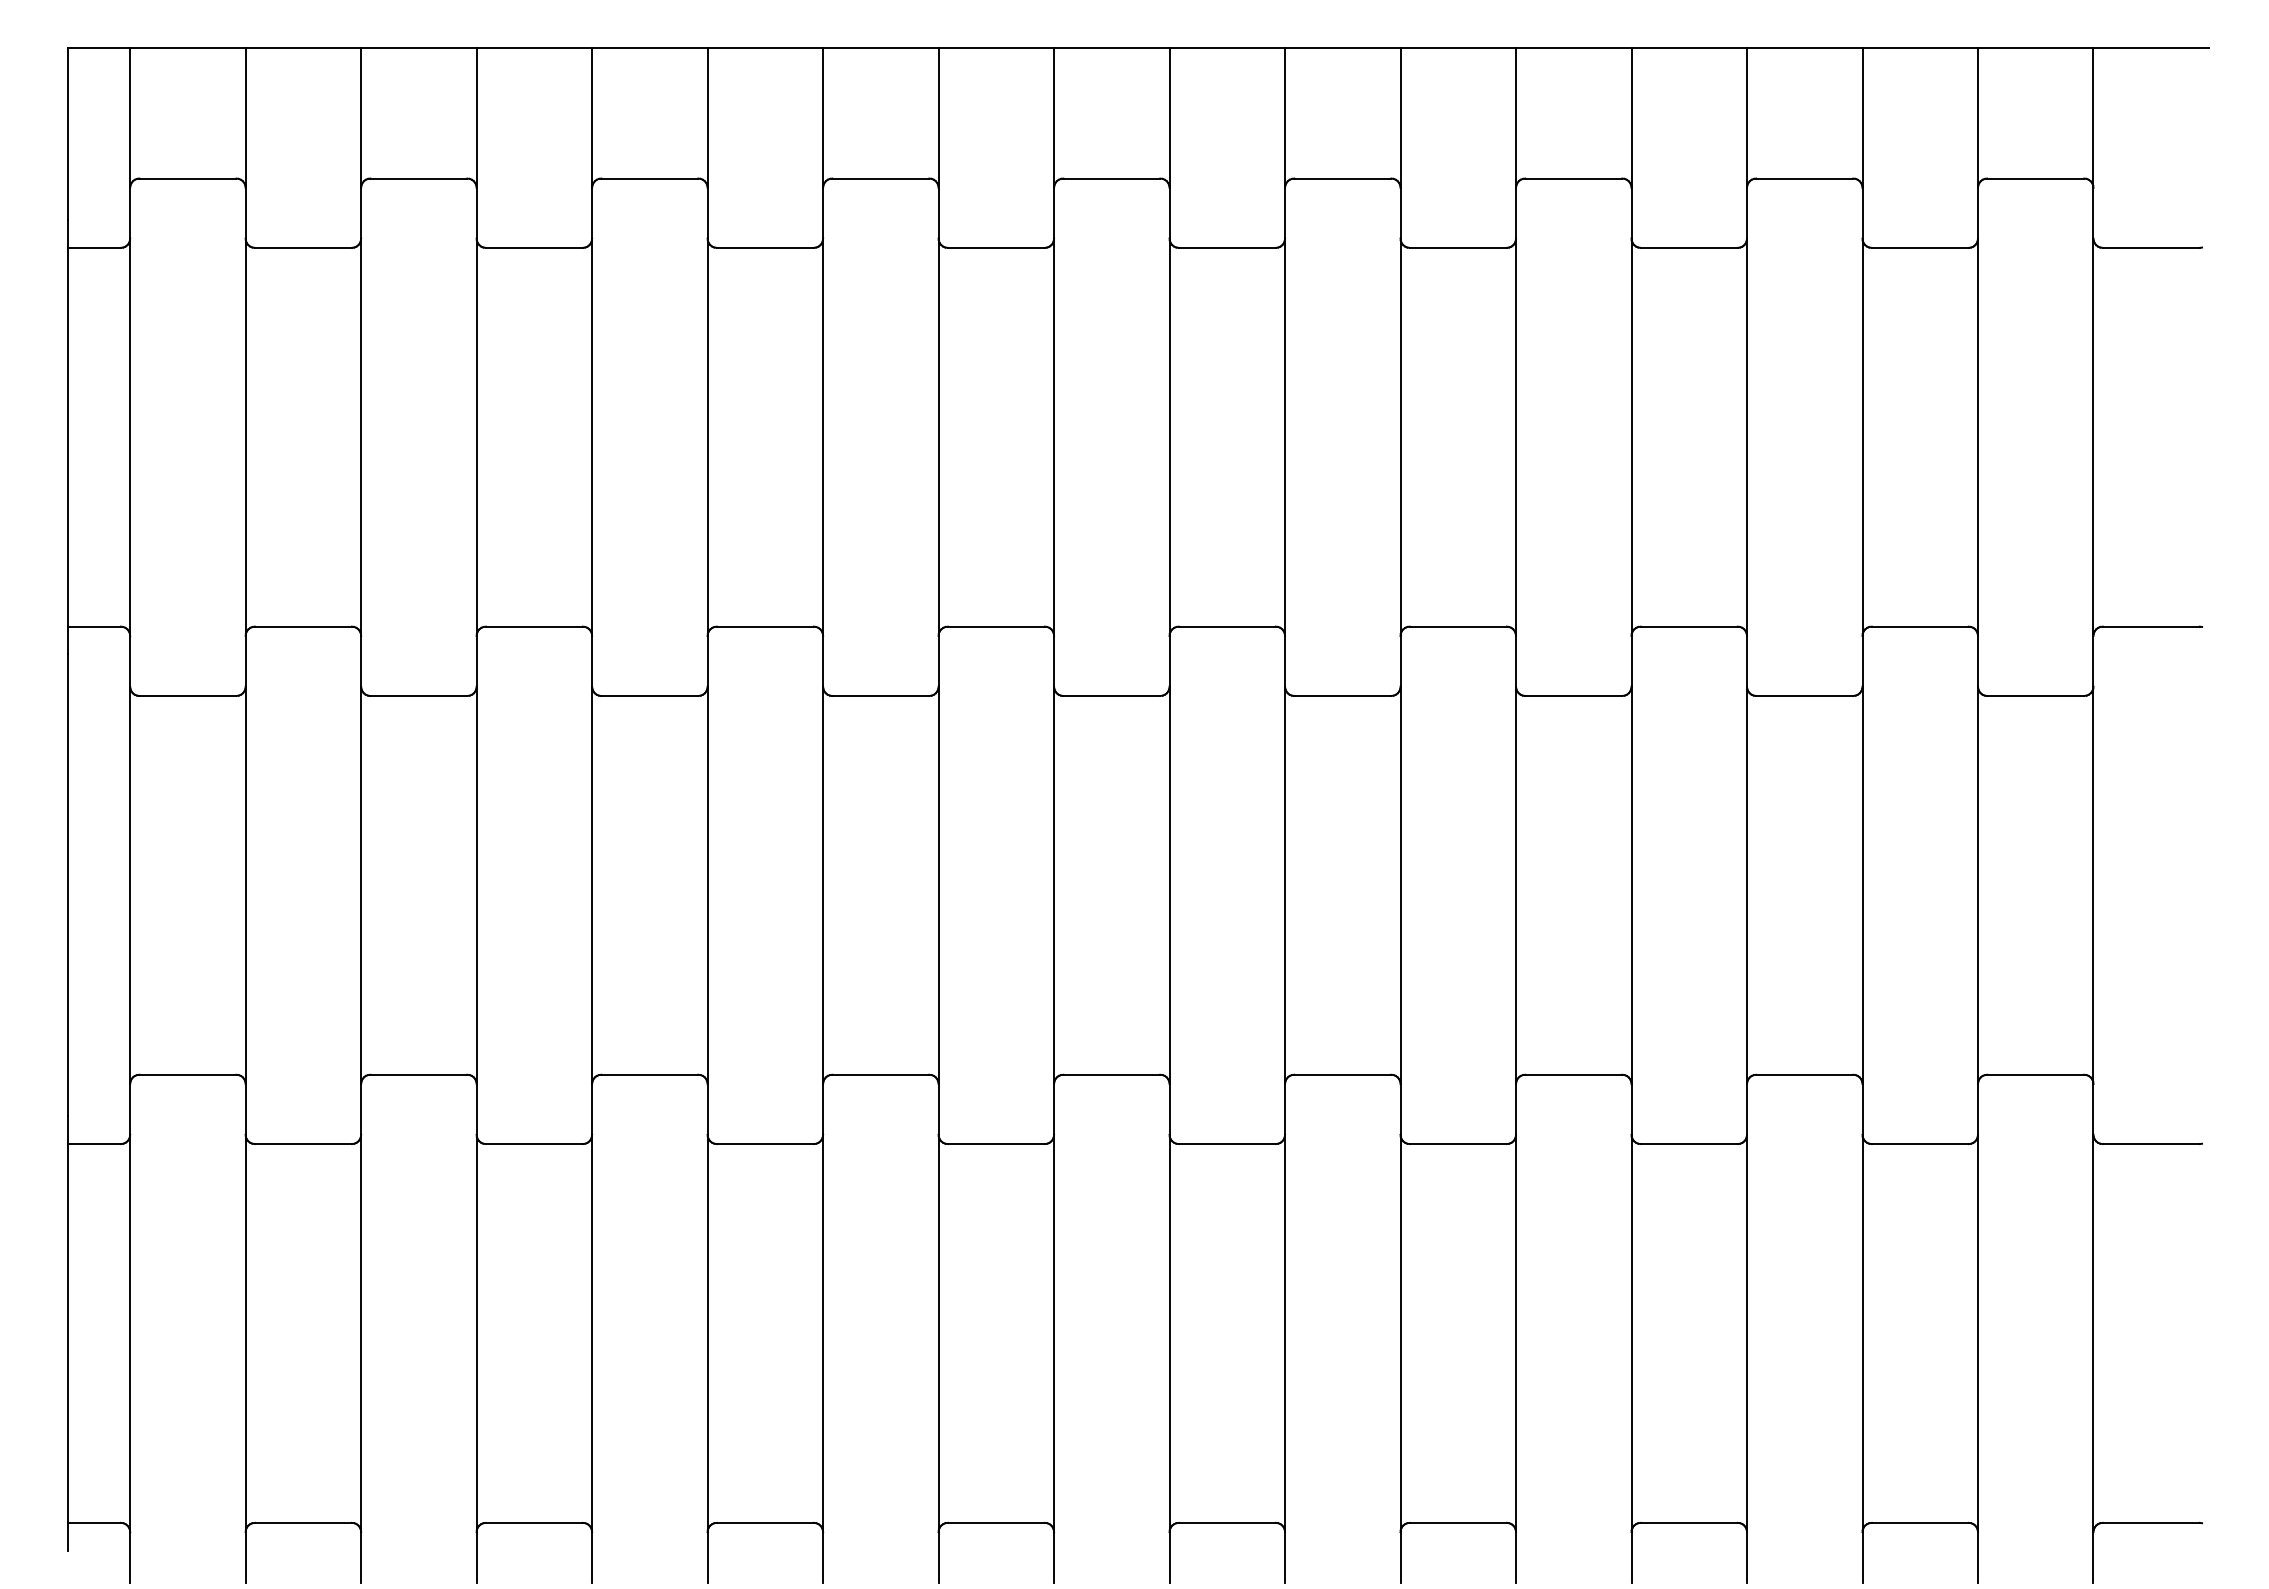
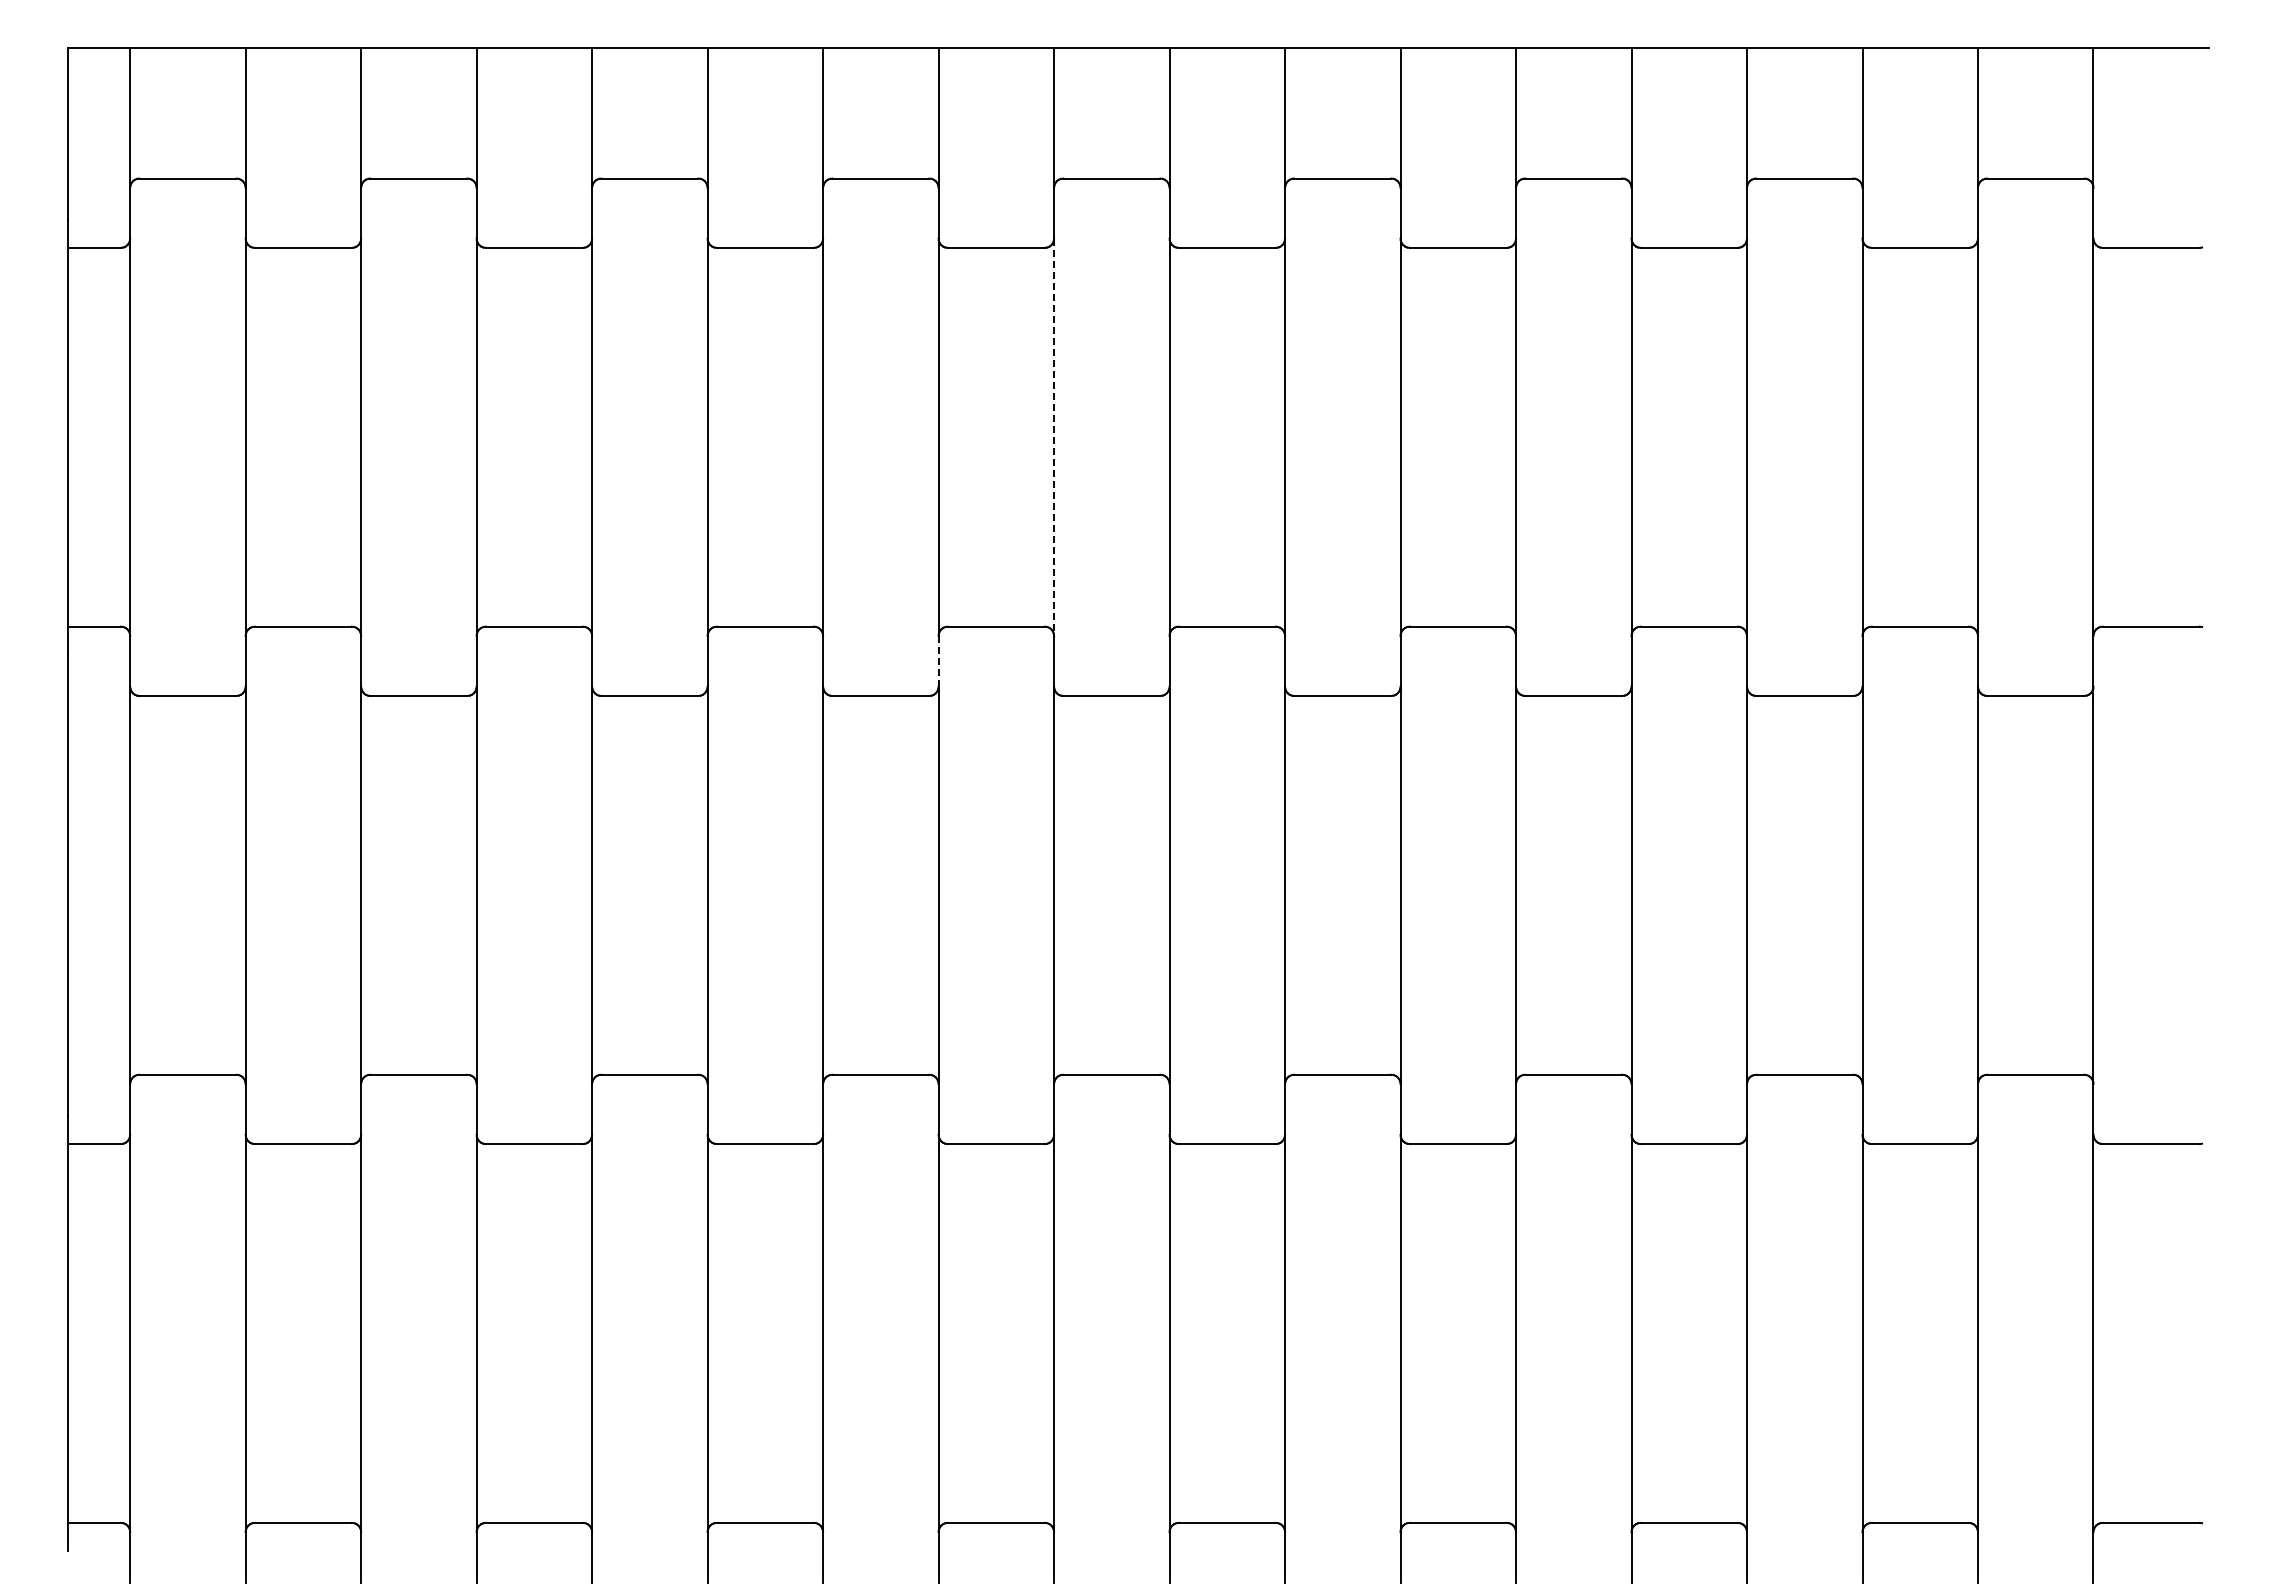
line at (1054, 437): solid -> dashed
line at (938, 660): solid -> dashed
